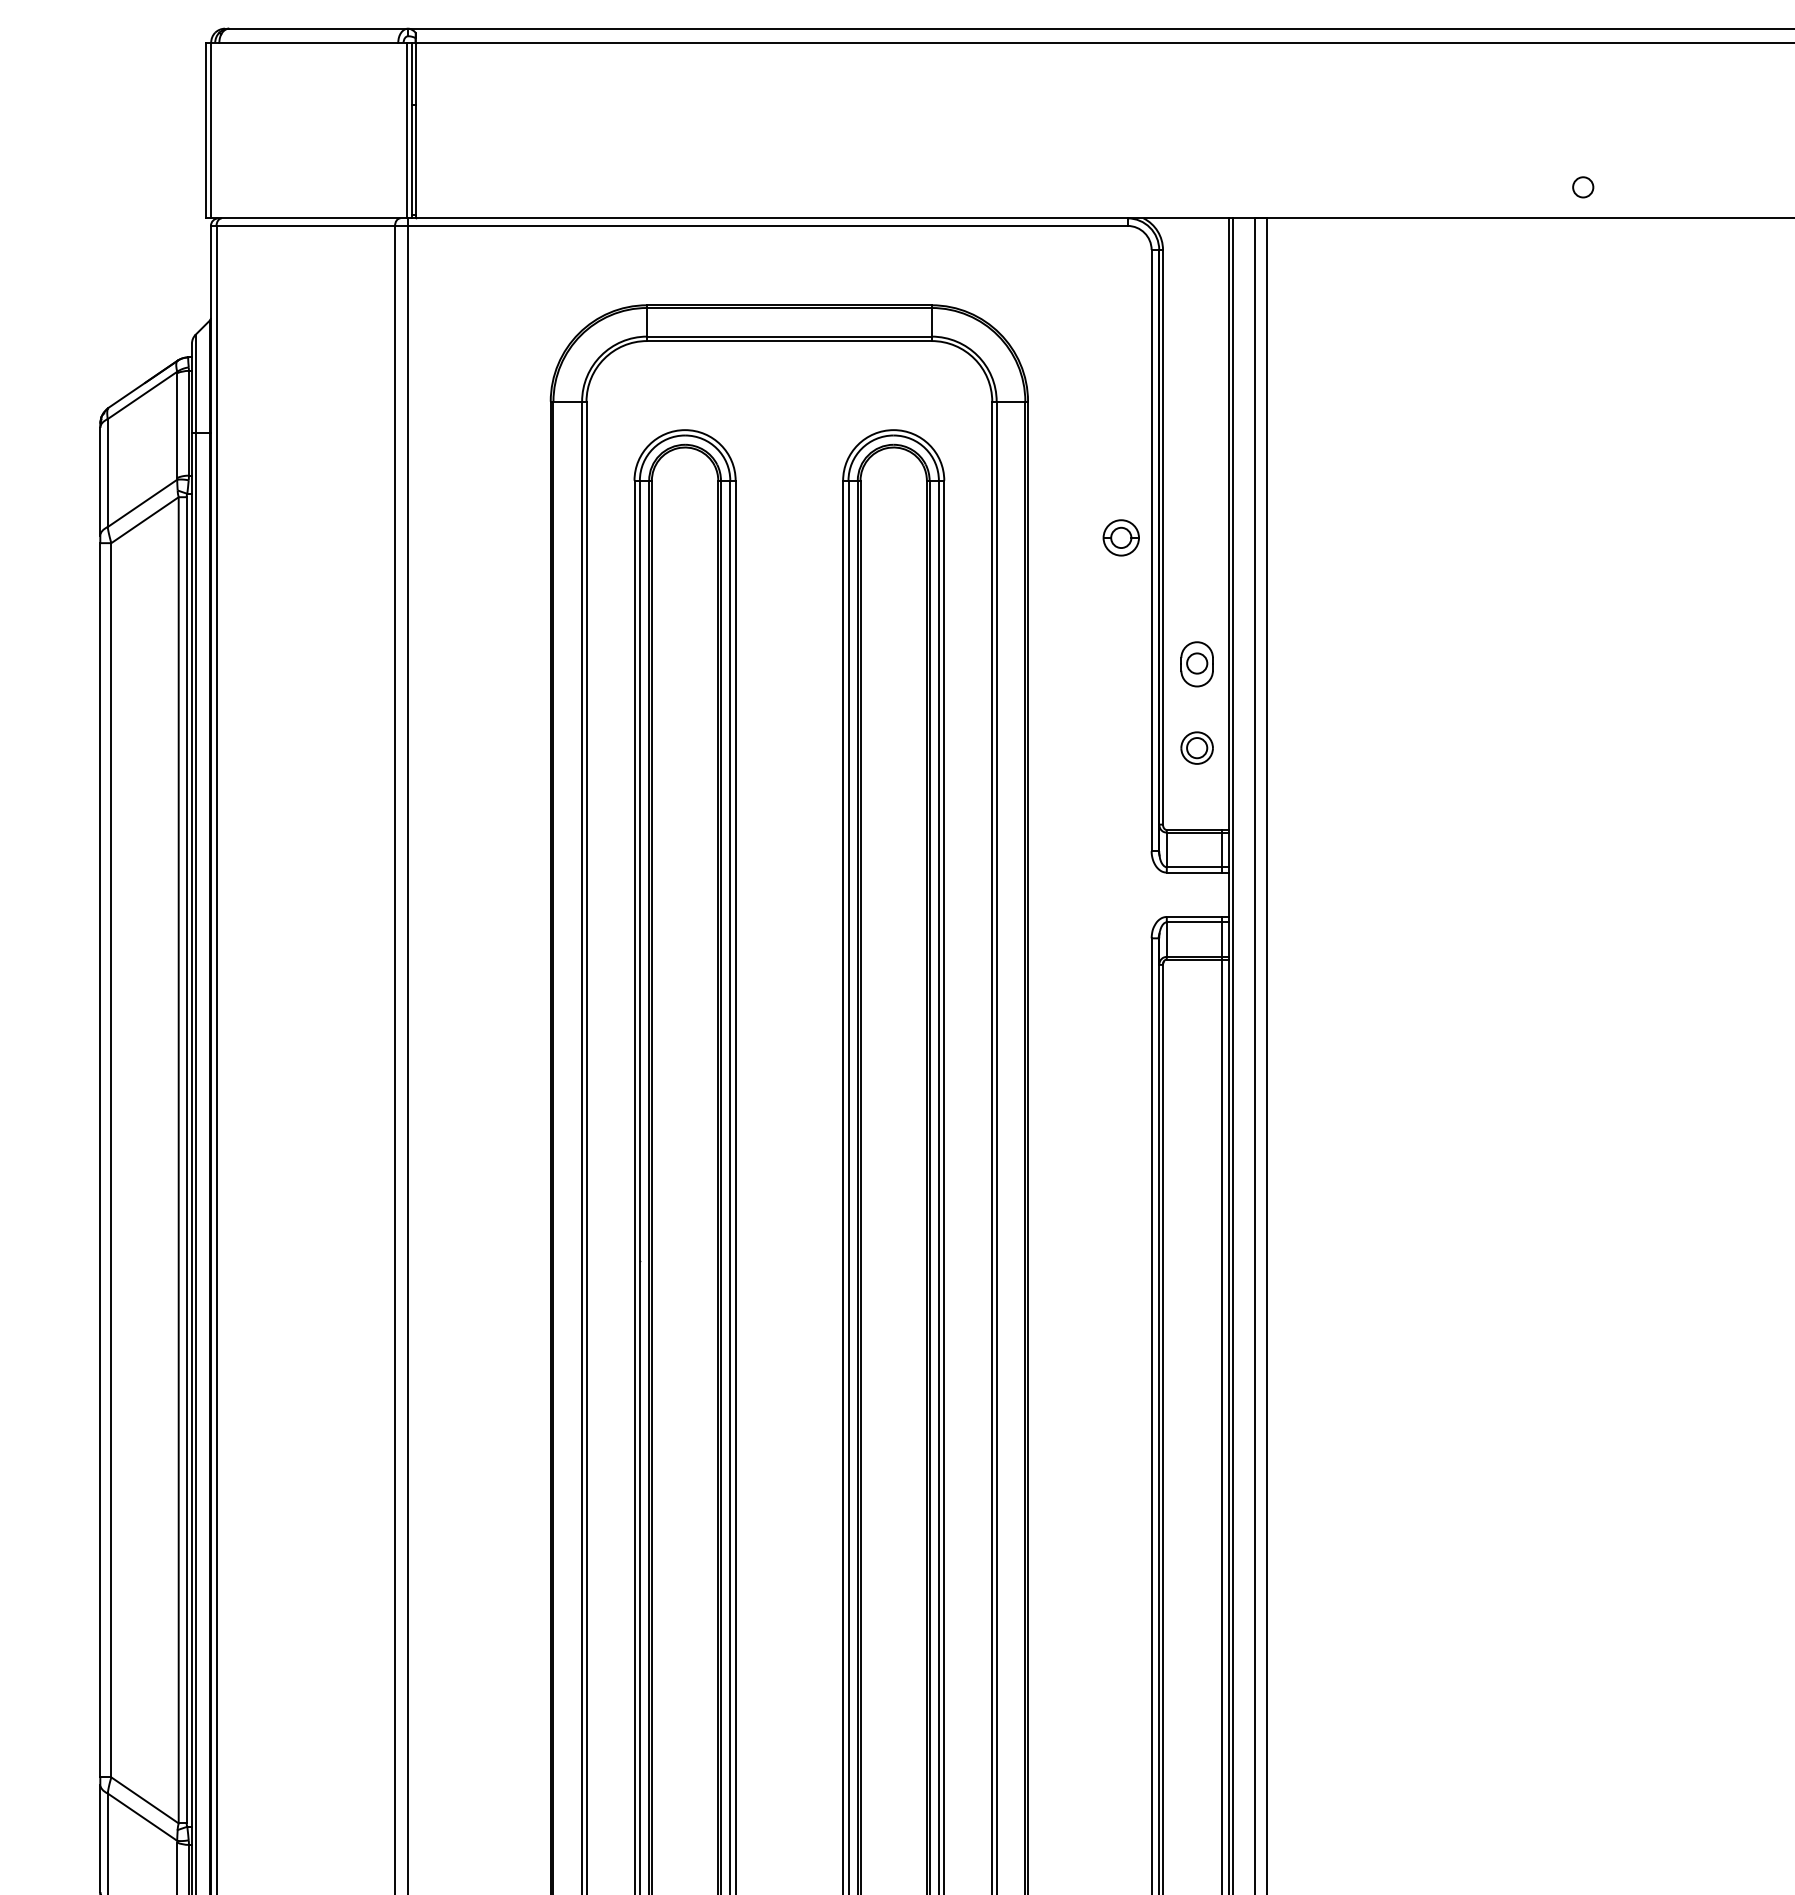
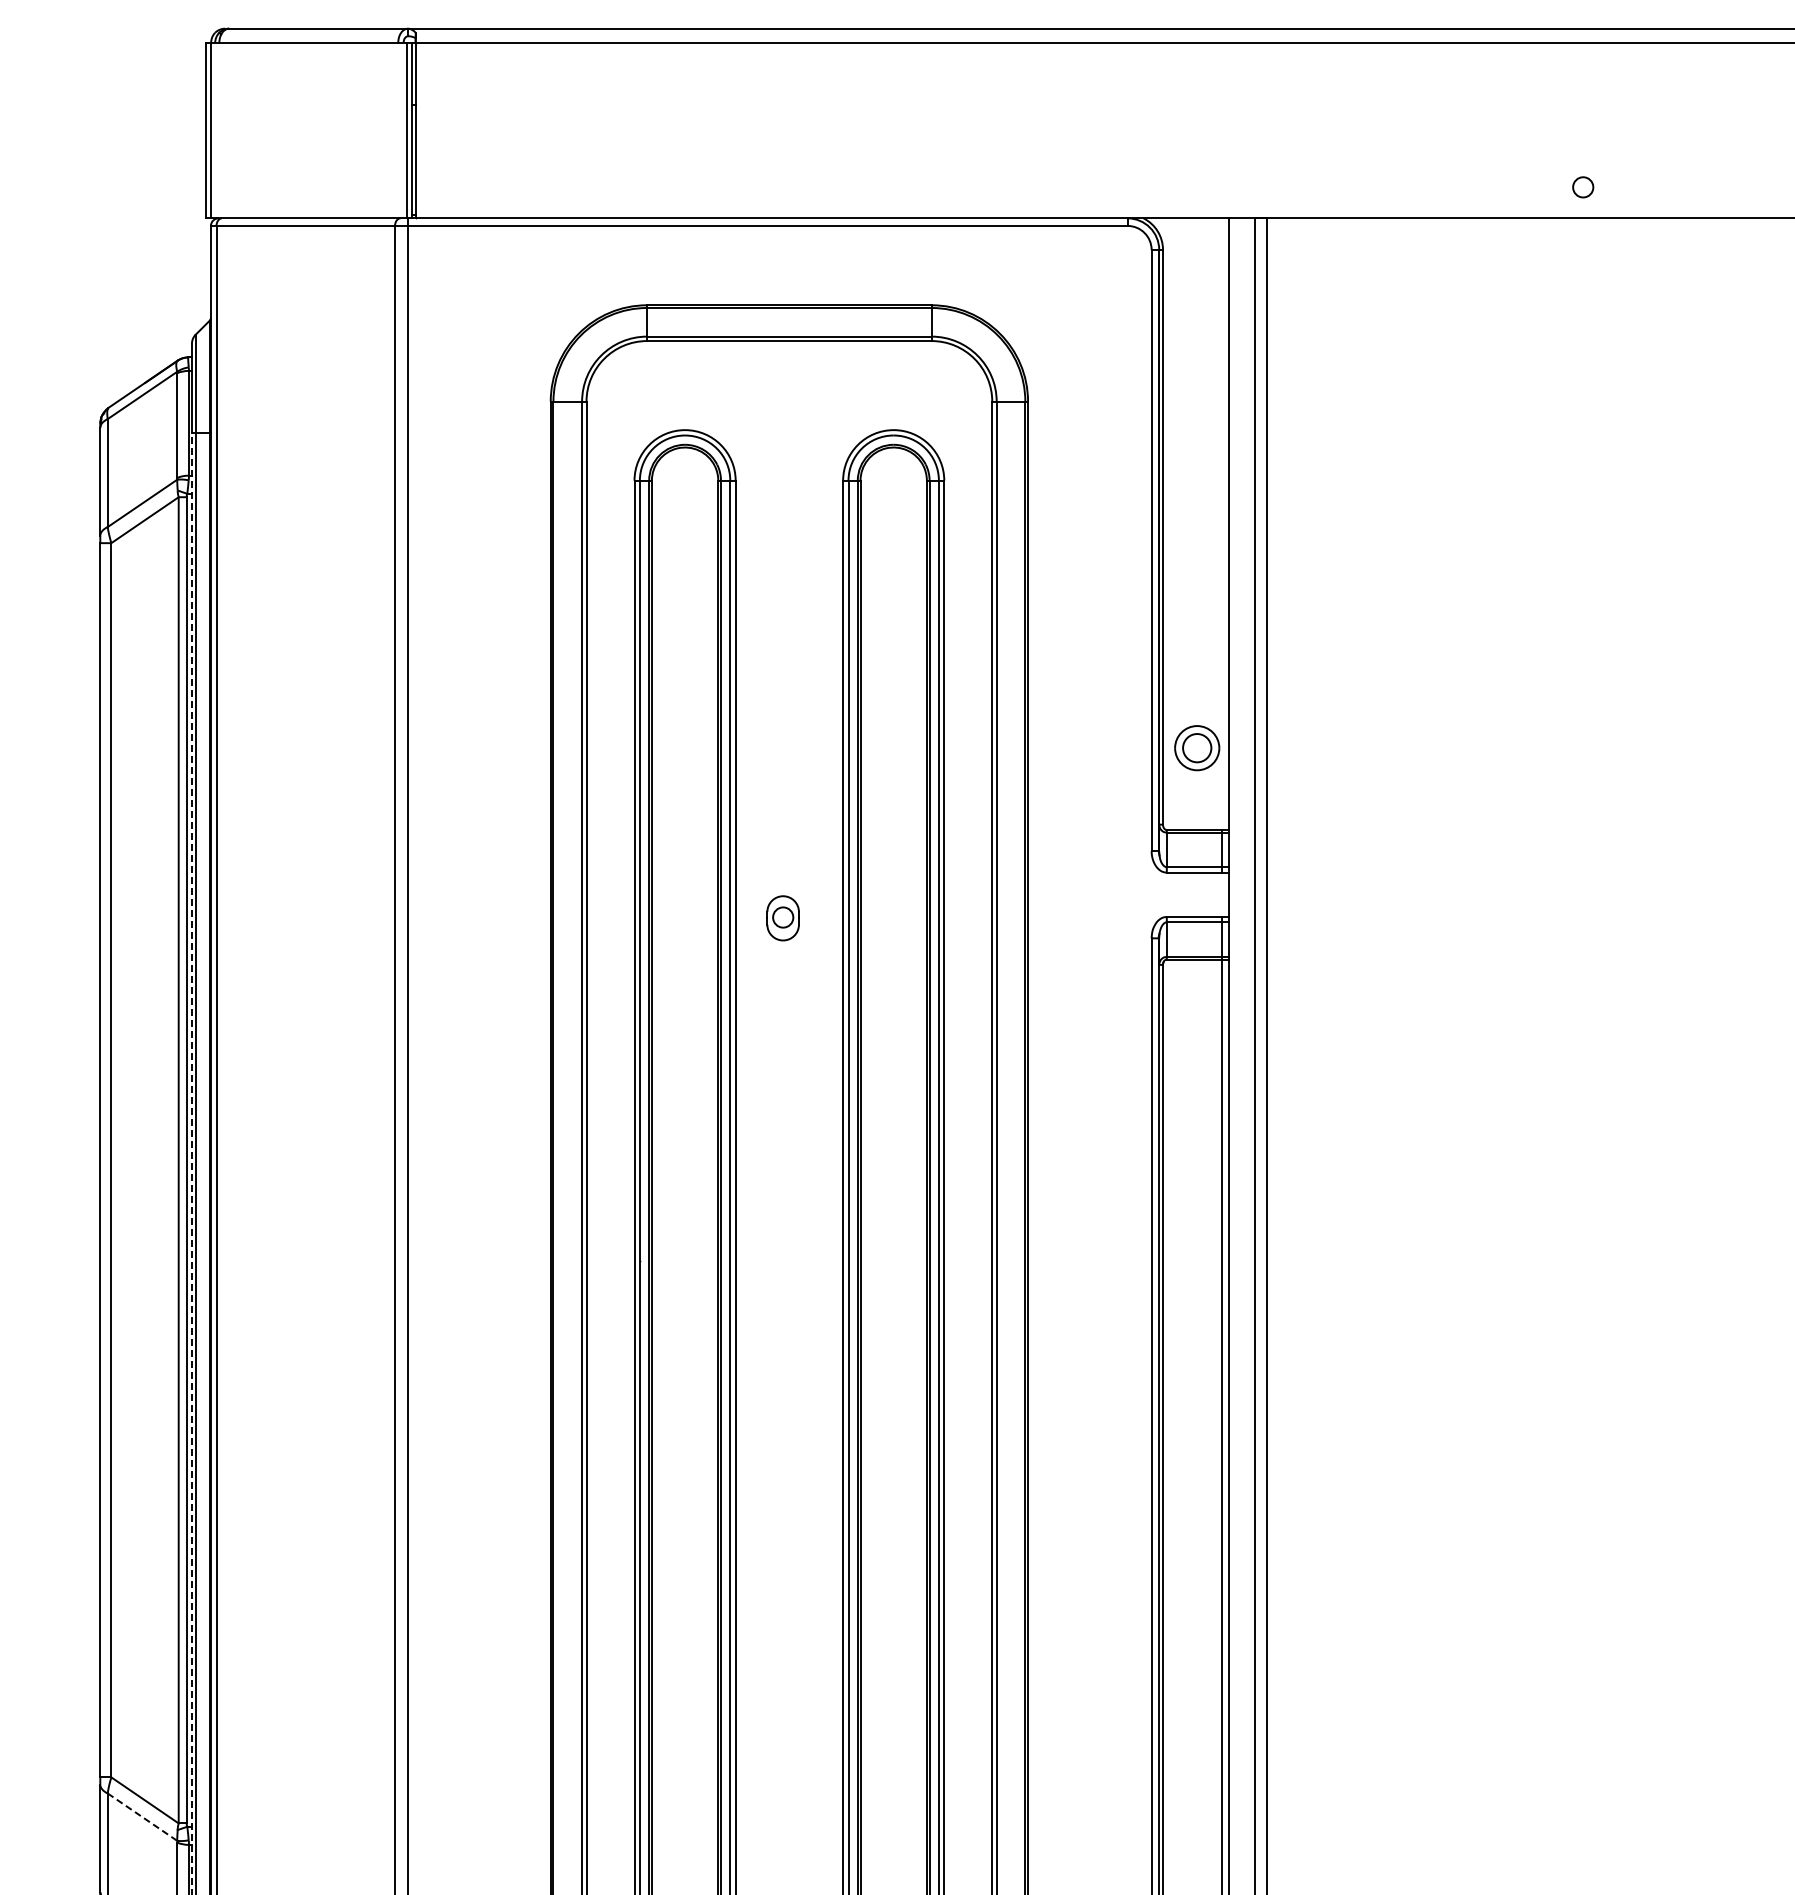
part at (1120, 537): present -> none
part at (1196, 664) position: (1196, 664) -> (782, 918)
part at (1196, 747) size: 34x34 px -> 47x47 px
line at (1232, 1054): present -> none
line at (191, 1164): solid -> dashed
line at (142, 1817): solid -> dashed
